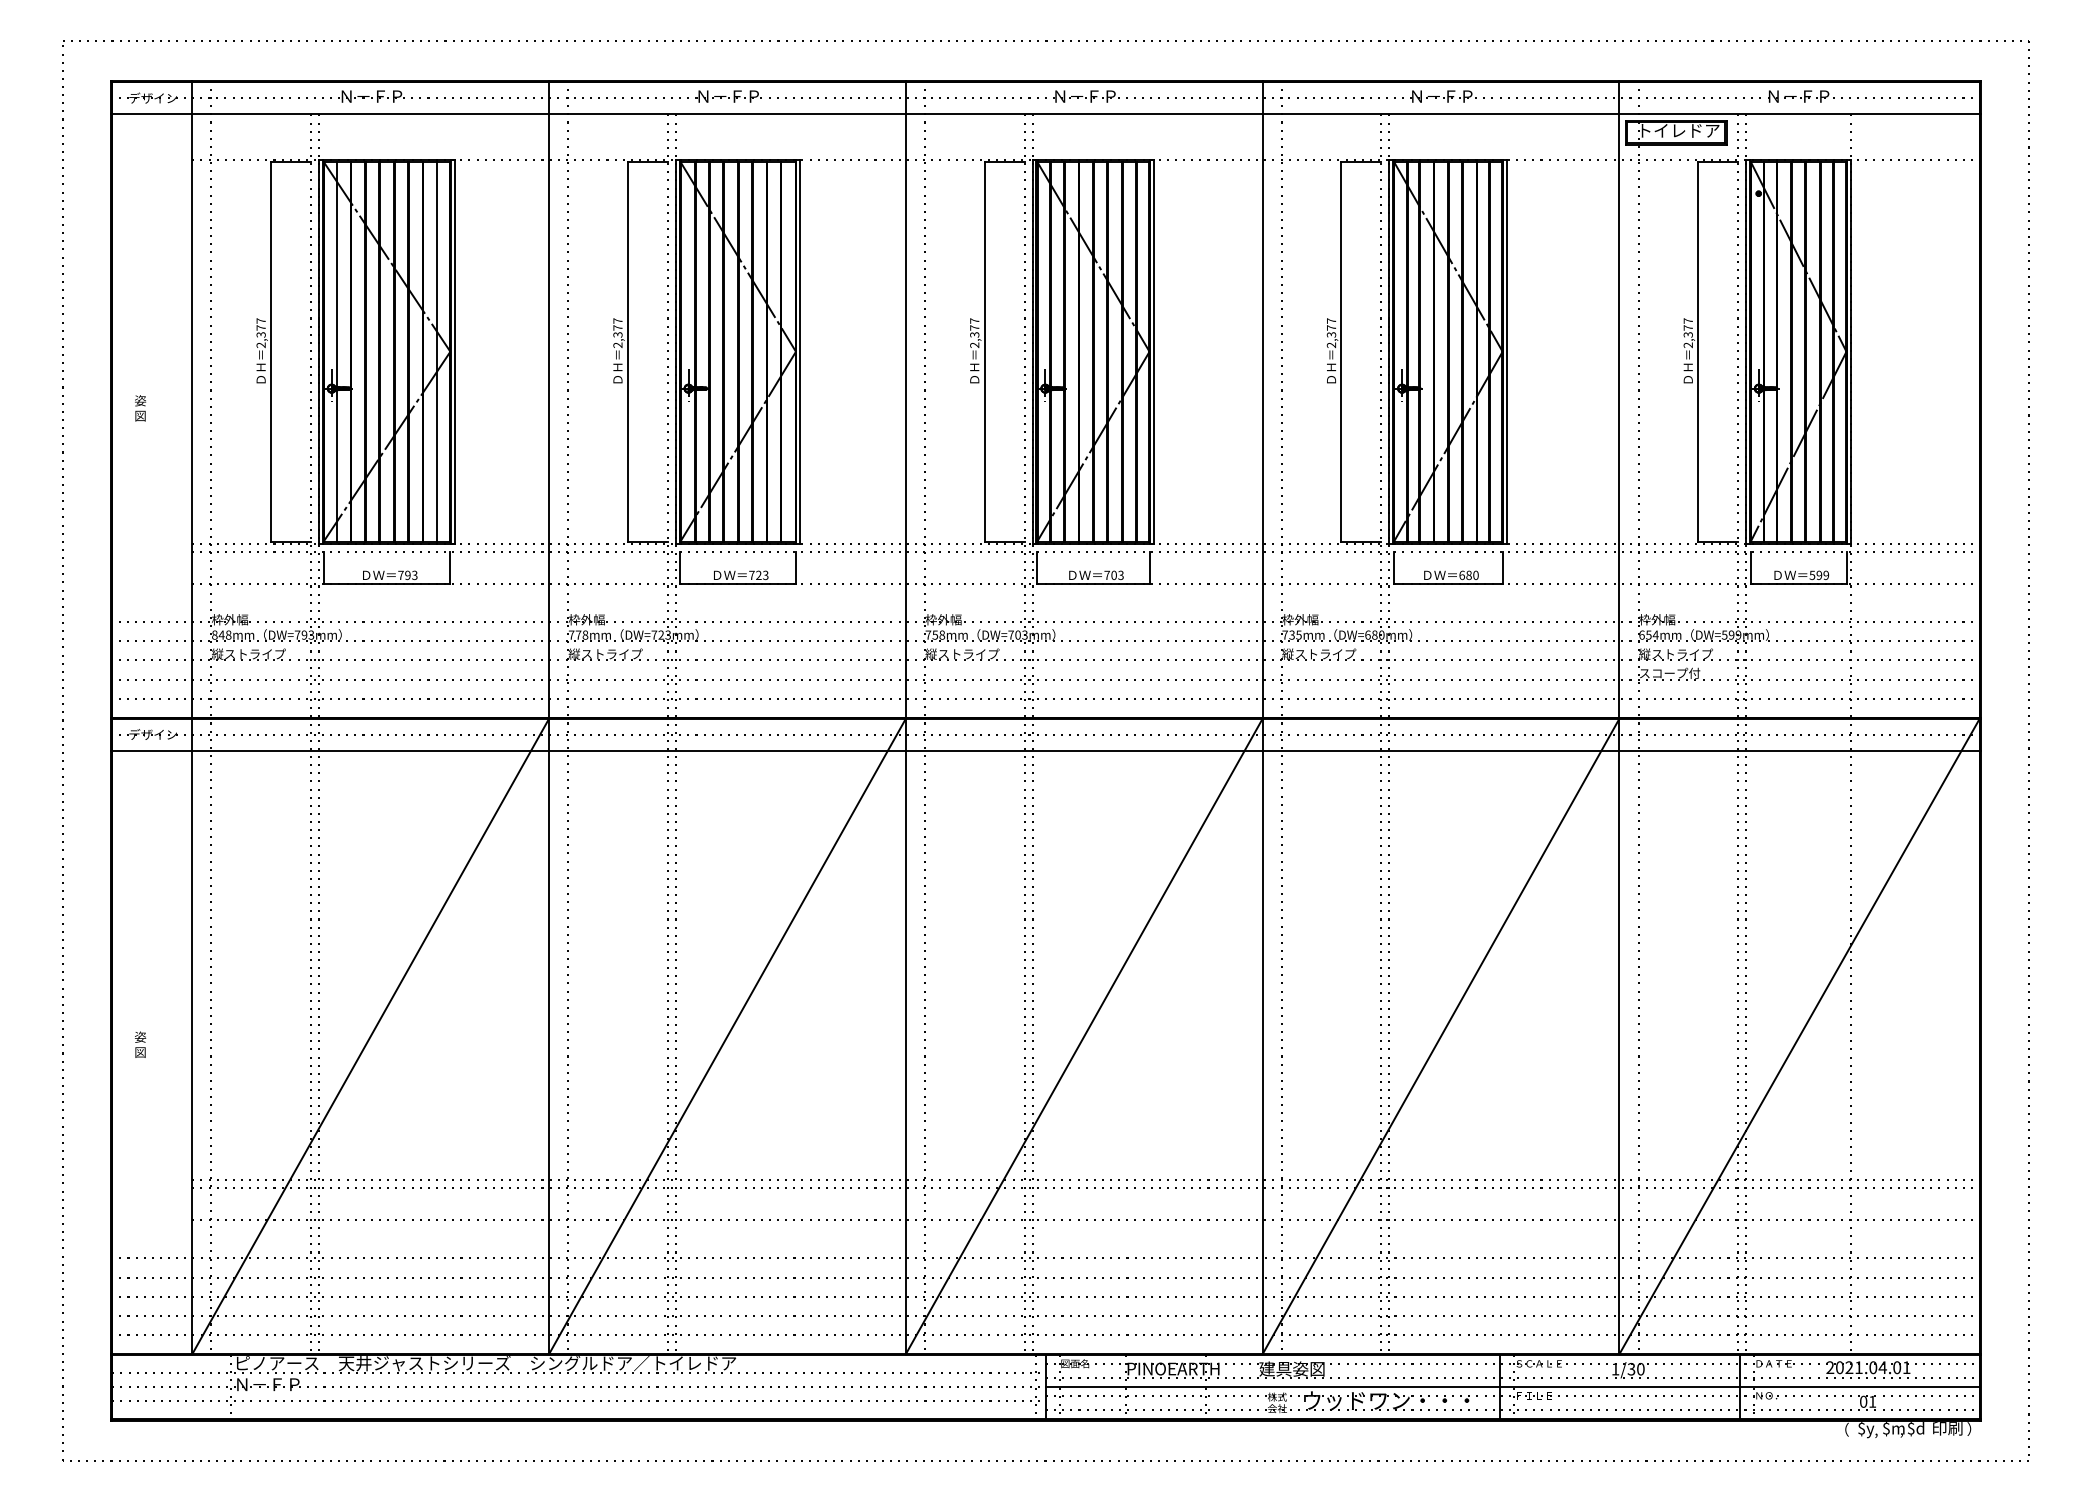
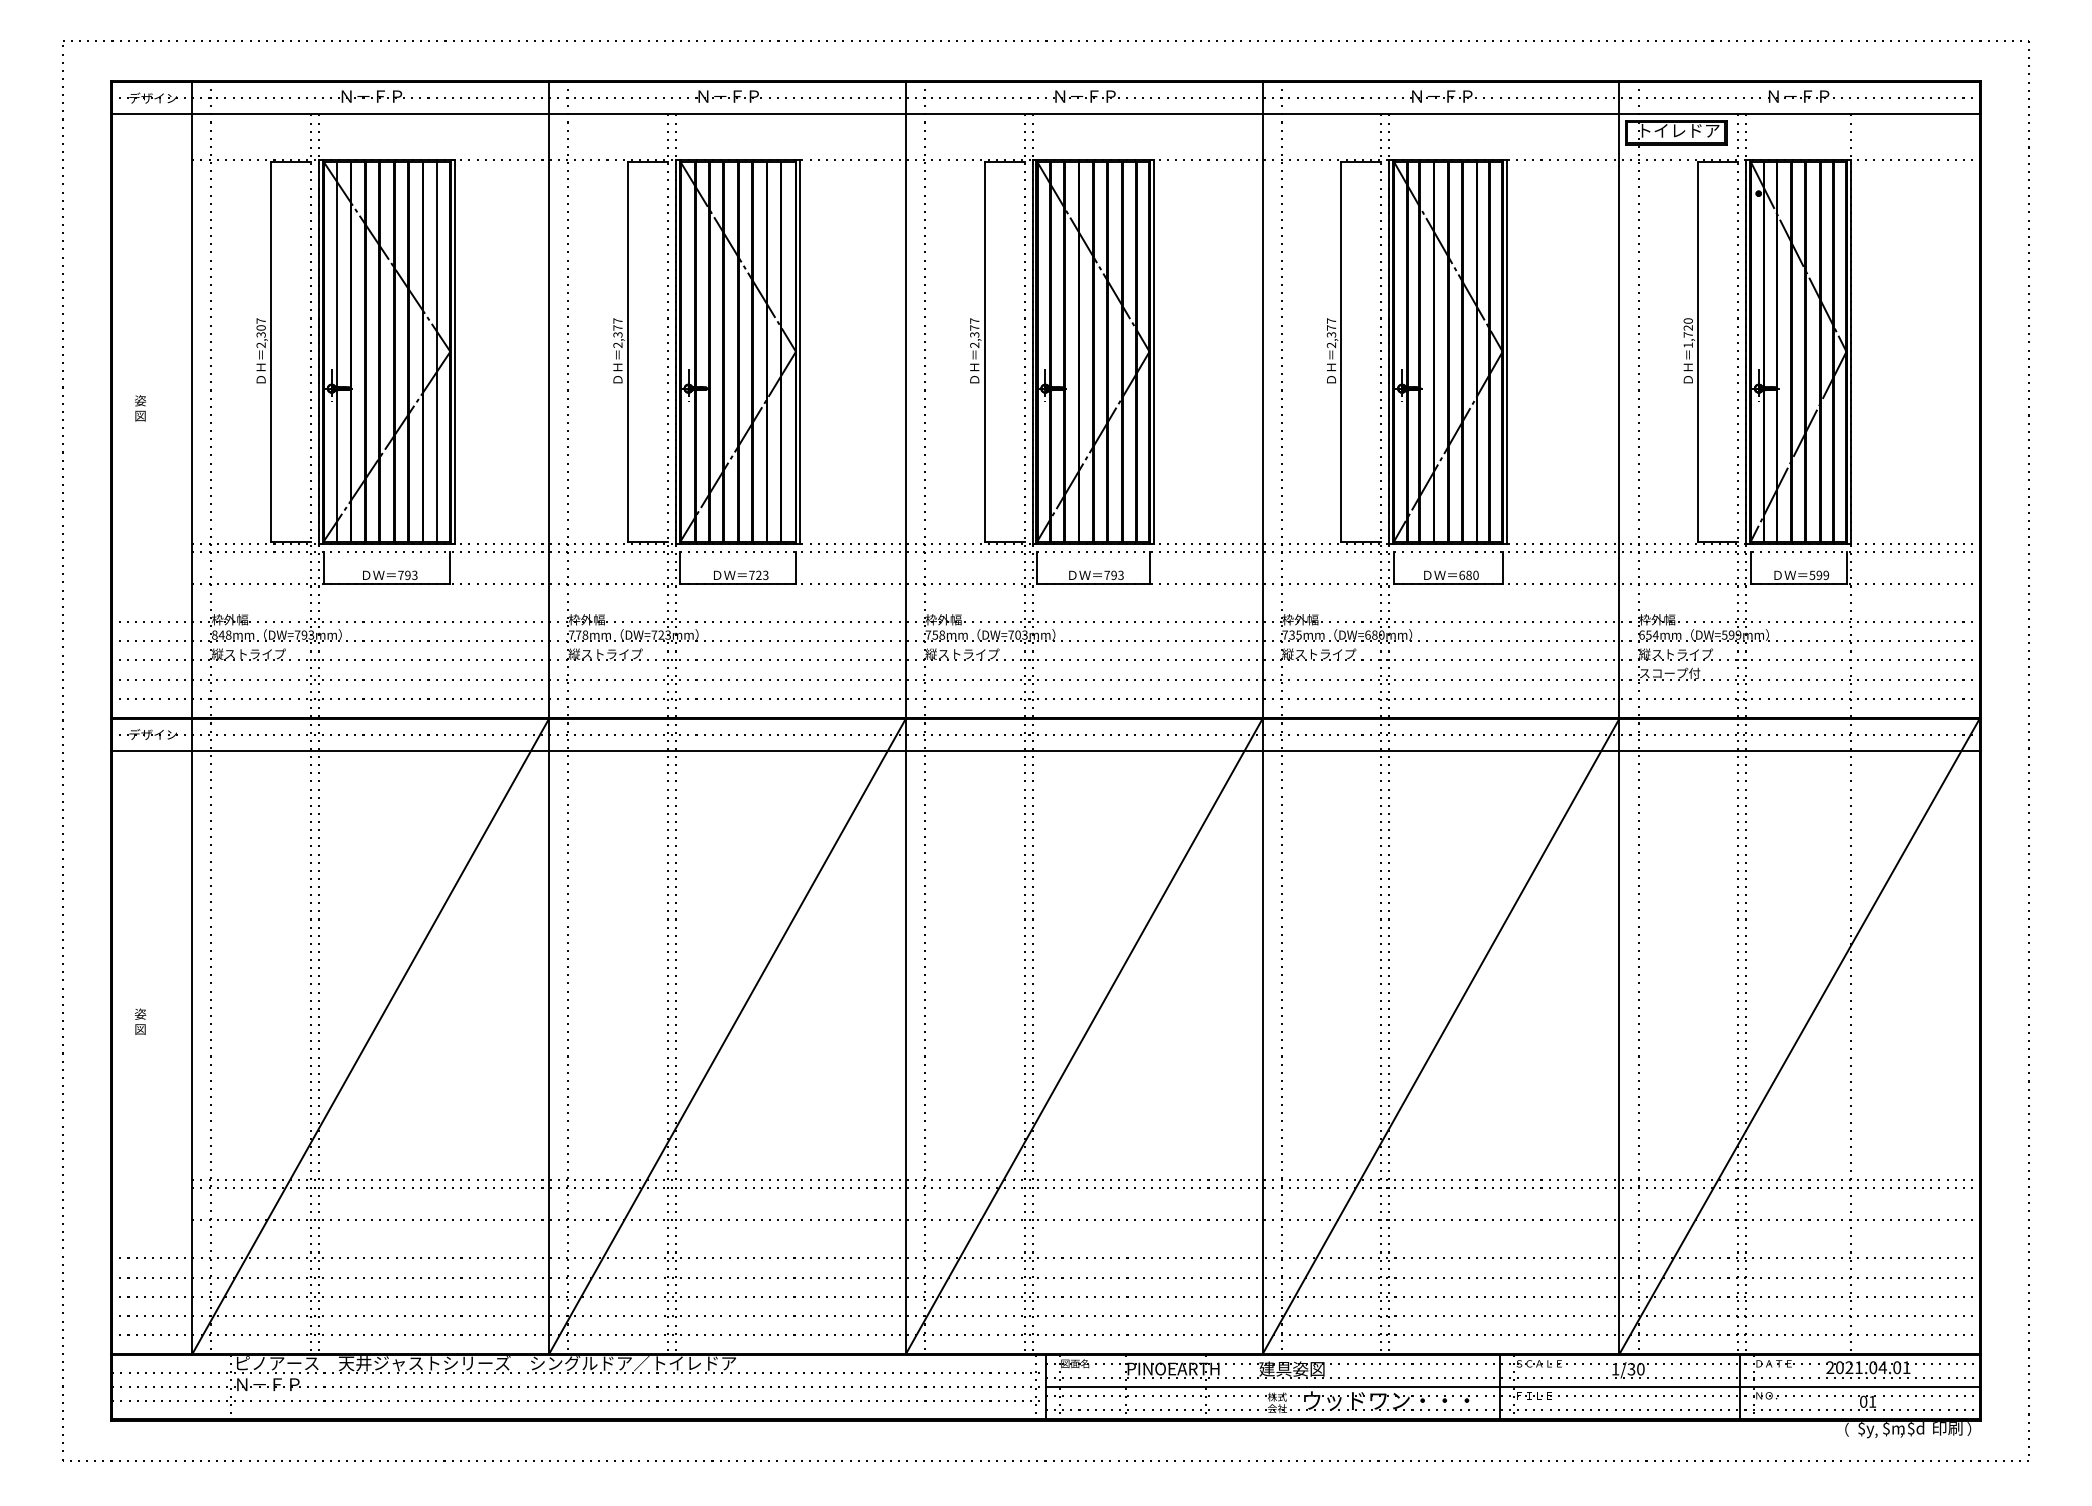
text at (260, 327): 2,377 -> 2,307
text at (1687, 333): 2,377 -> 1,720
text at (1113, 575): 703 -> 793
text at (140, 1044) position: (140, 1044) -> (140, 1021)
